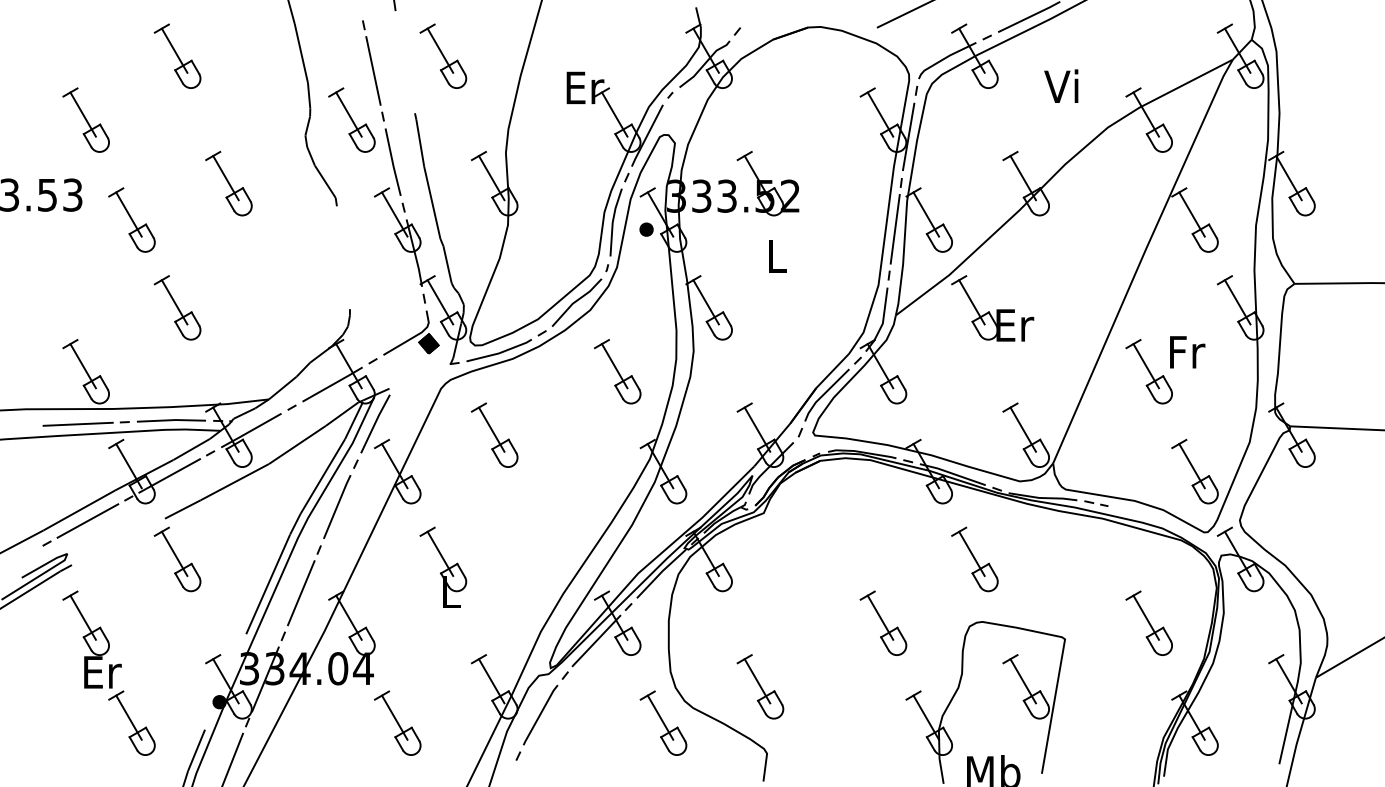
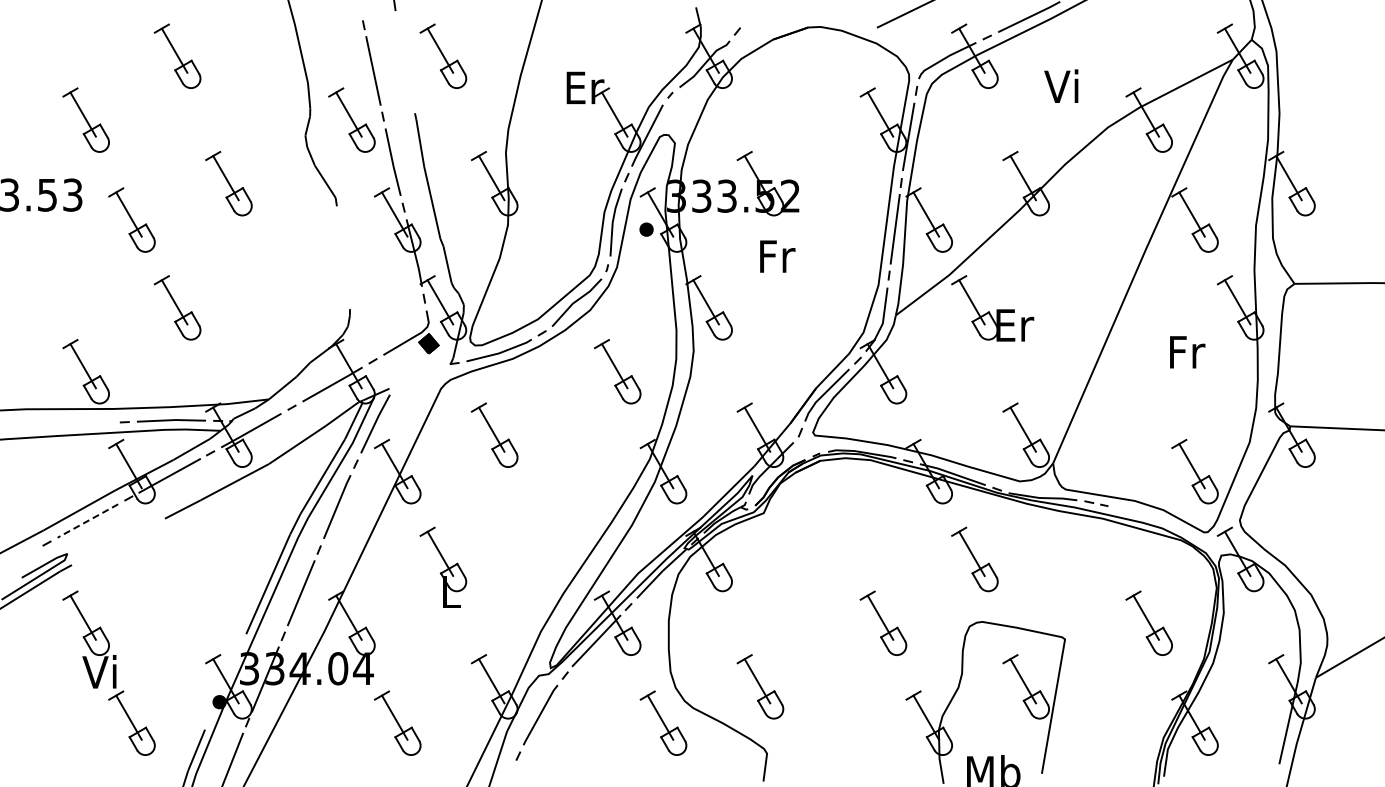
text at (777, 256): L -> Fr
part at (1148, 371): present -> none
line at (77, 423): present -> none
line at (87, 521): solid -> dashed
part at (177, 559): present -> none
text at (101, 671): Er -> Vi
